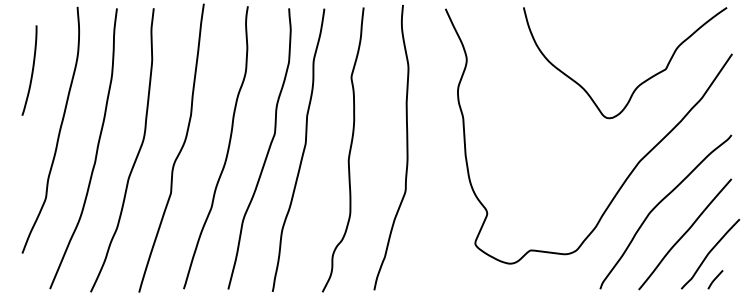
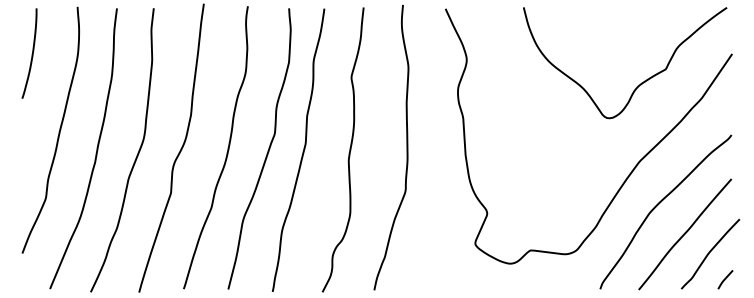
curve at (31, 71) position: (31, 71) -> (31, 54)
curve at (715, 279) position: (715, 279) -> (725, 279)
